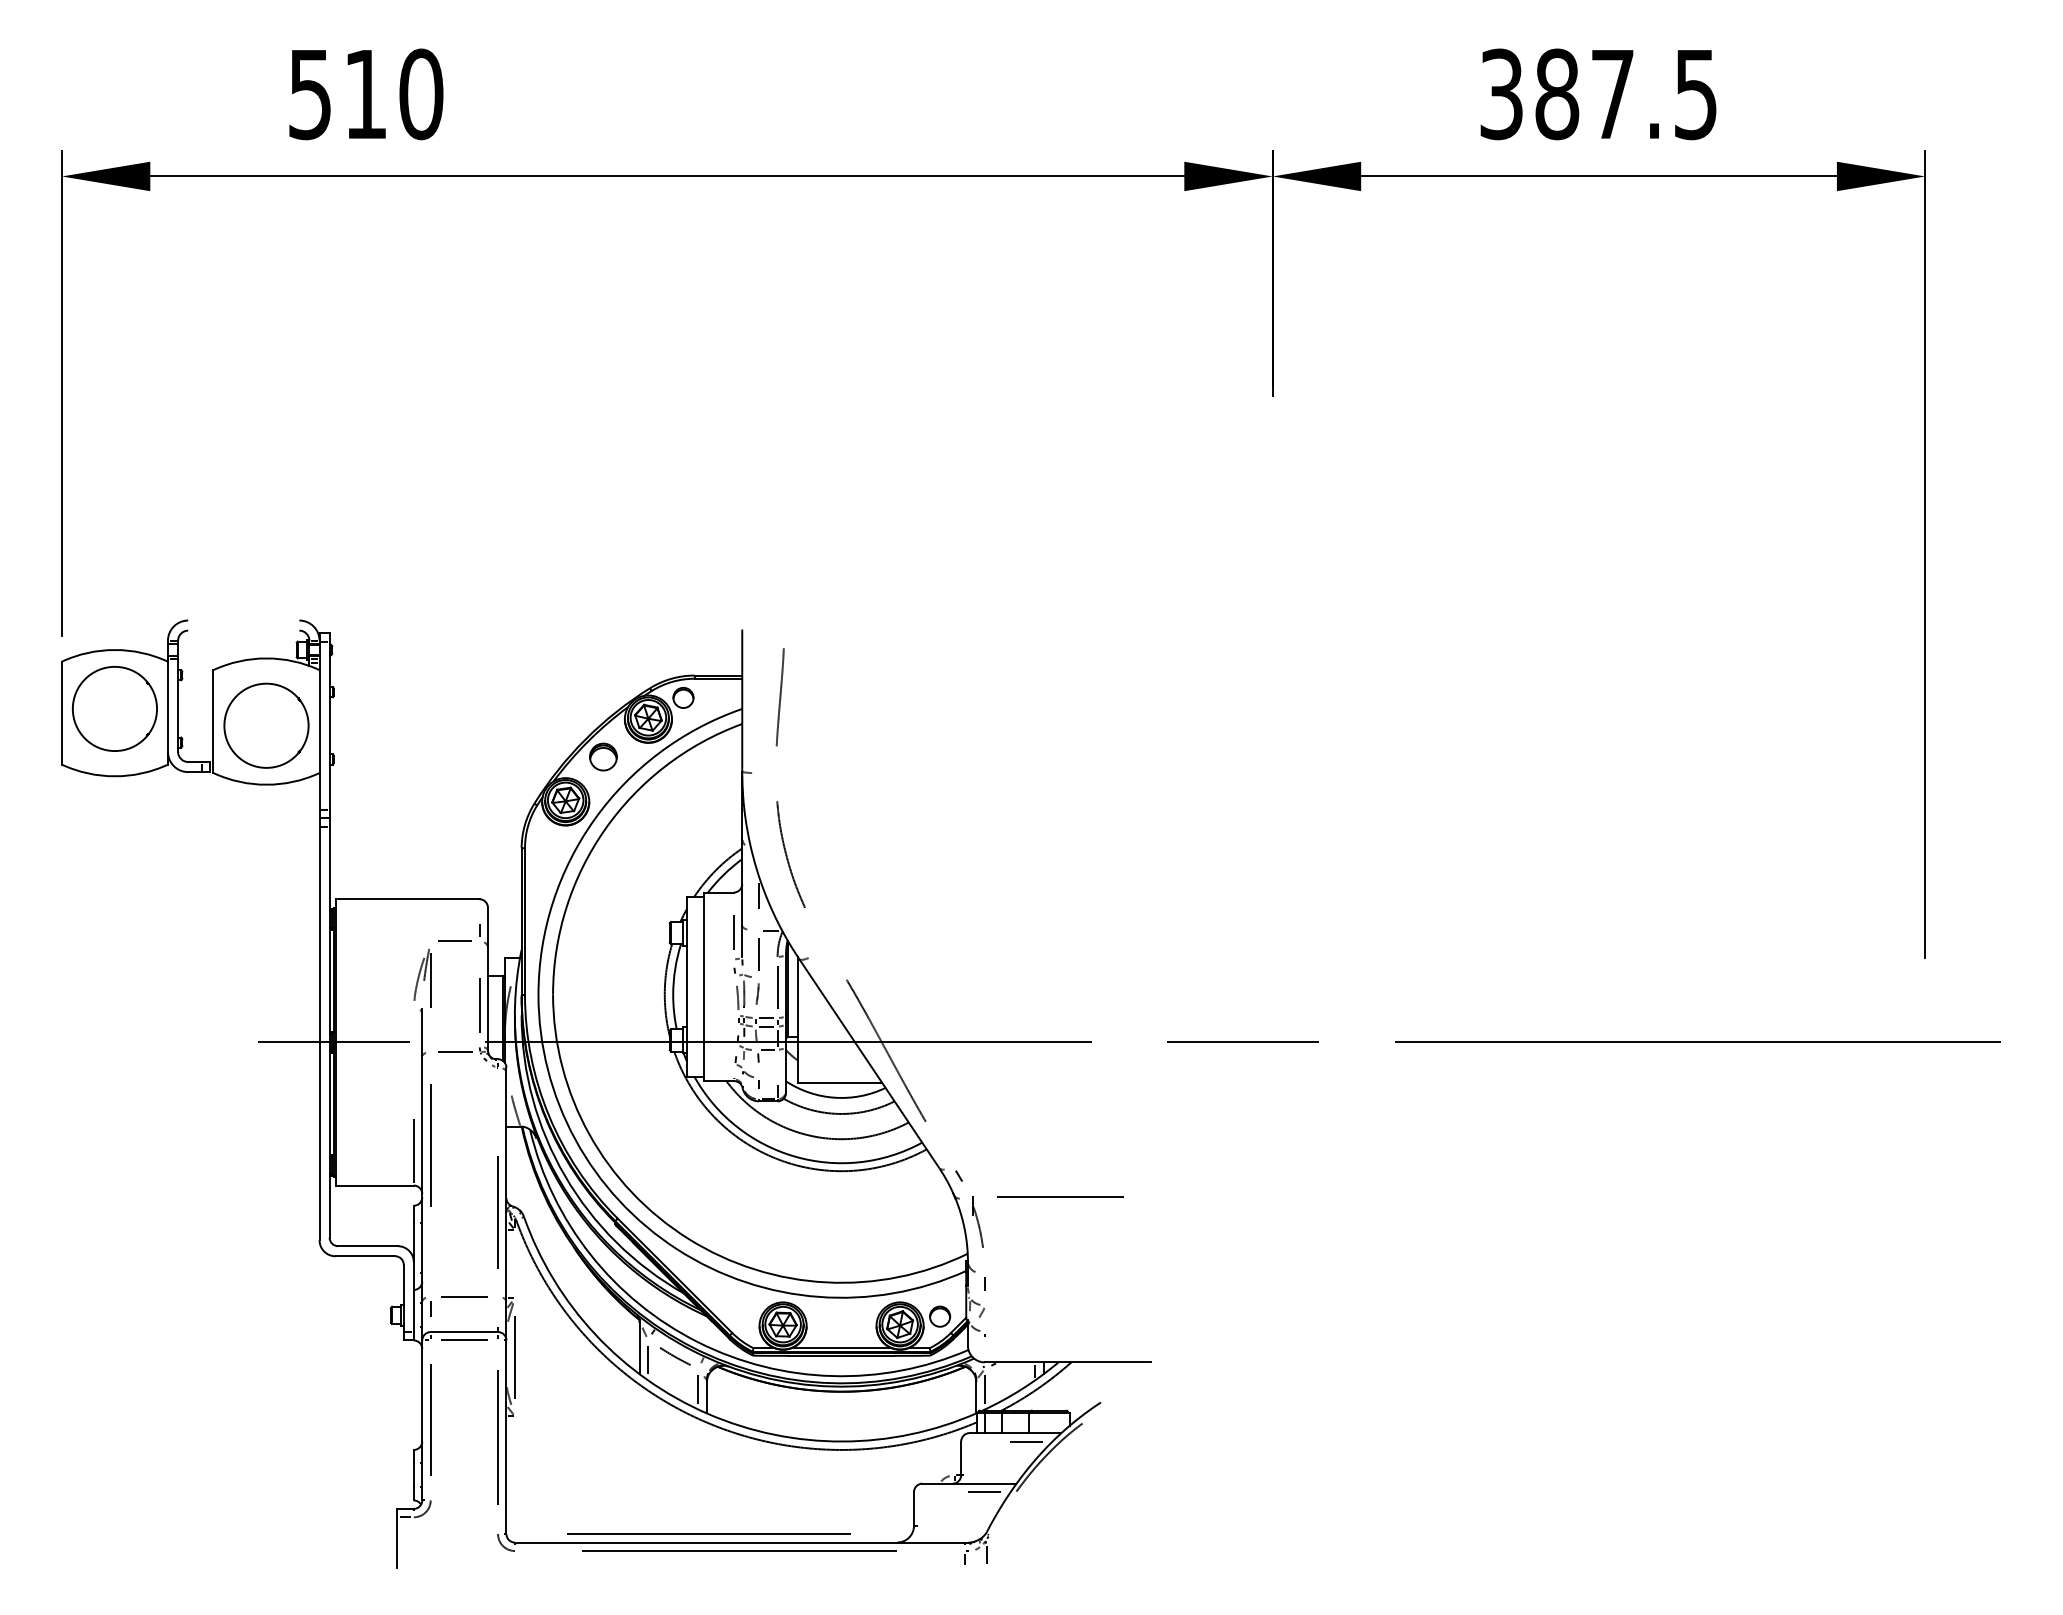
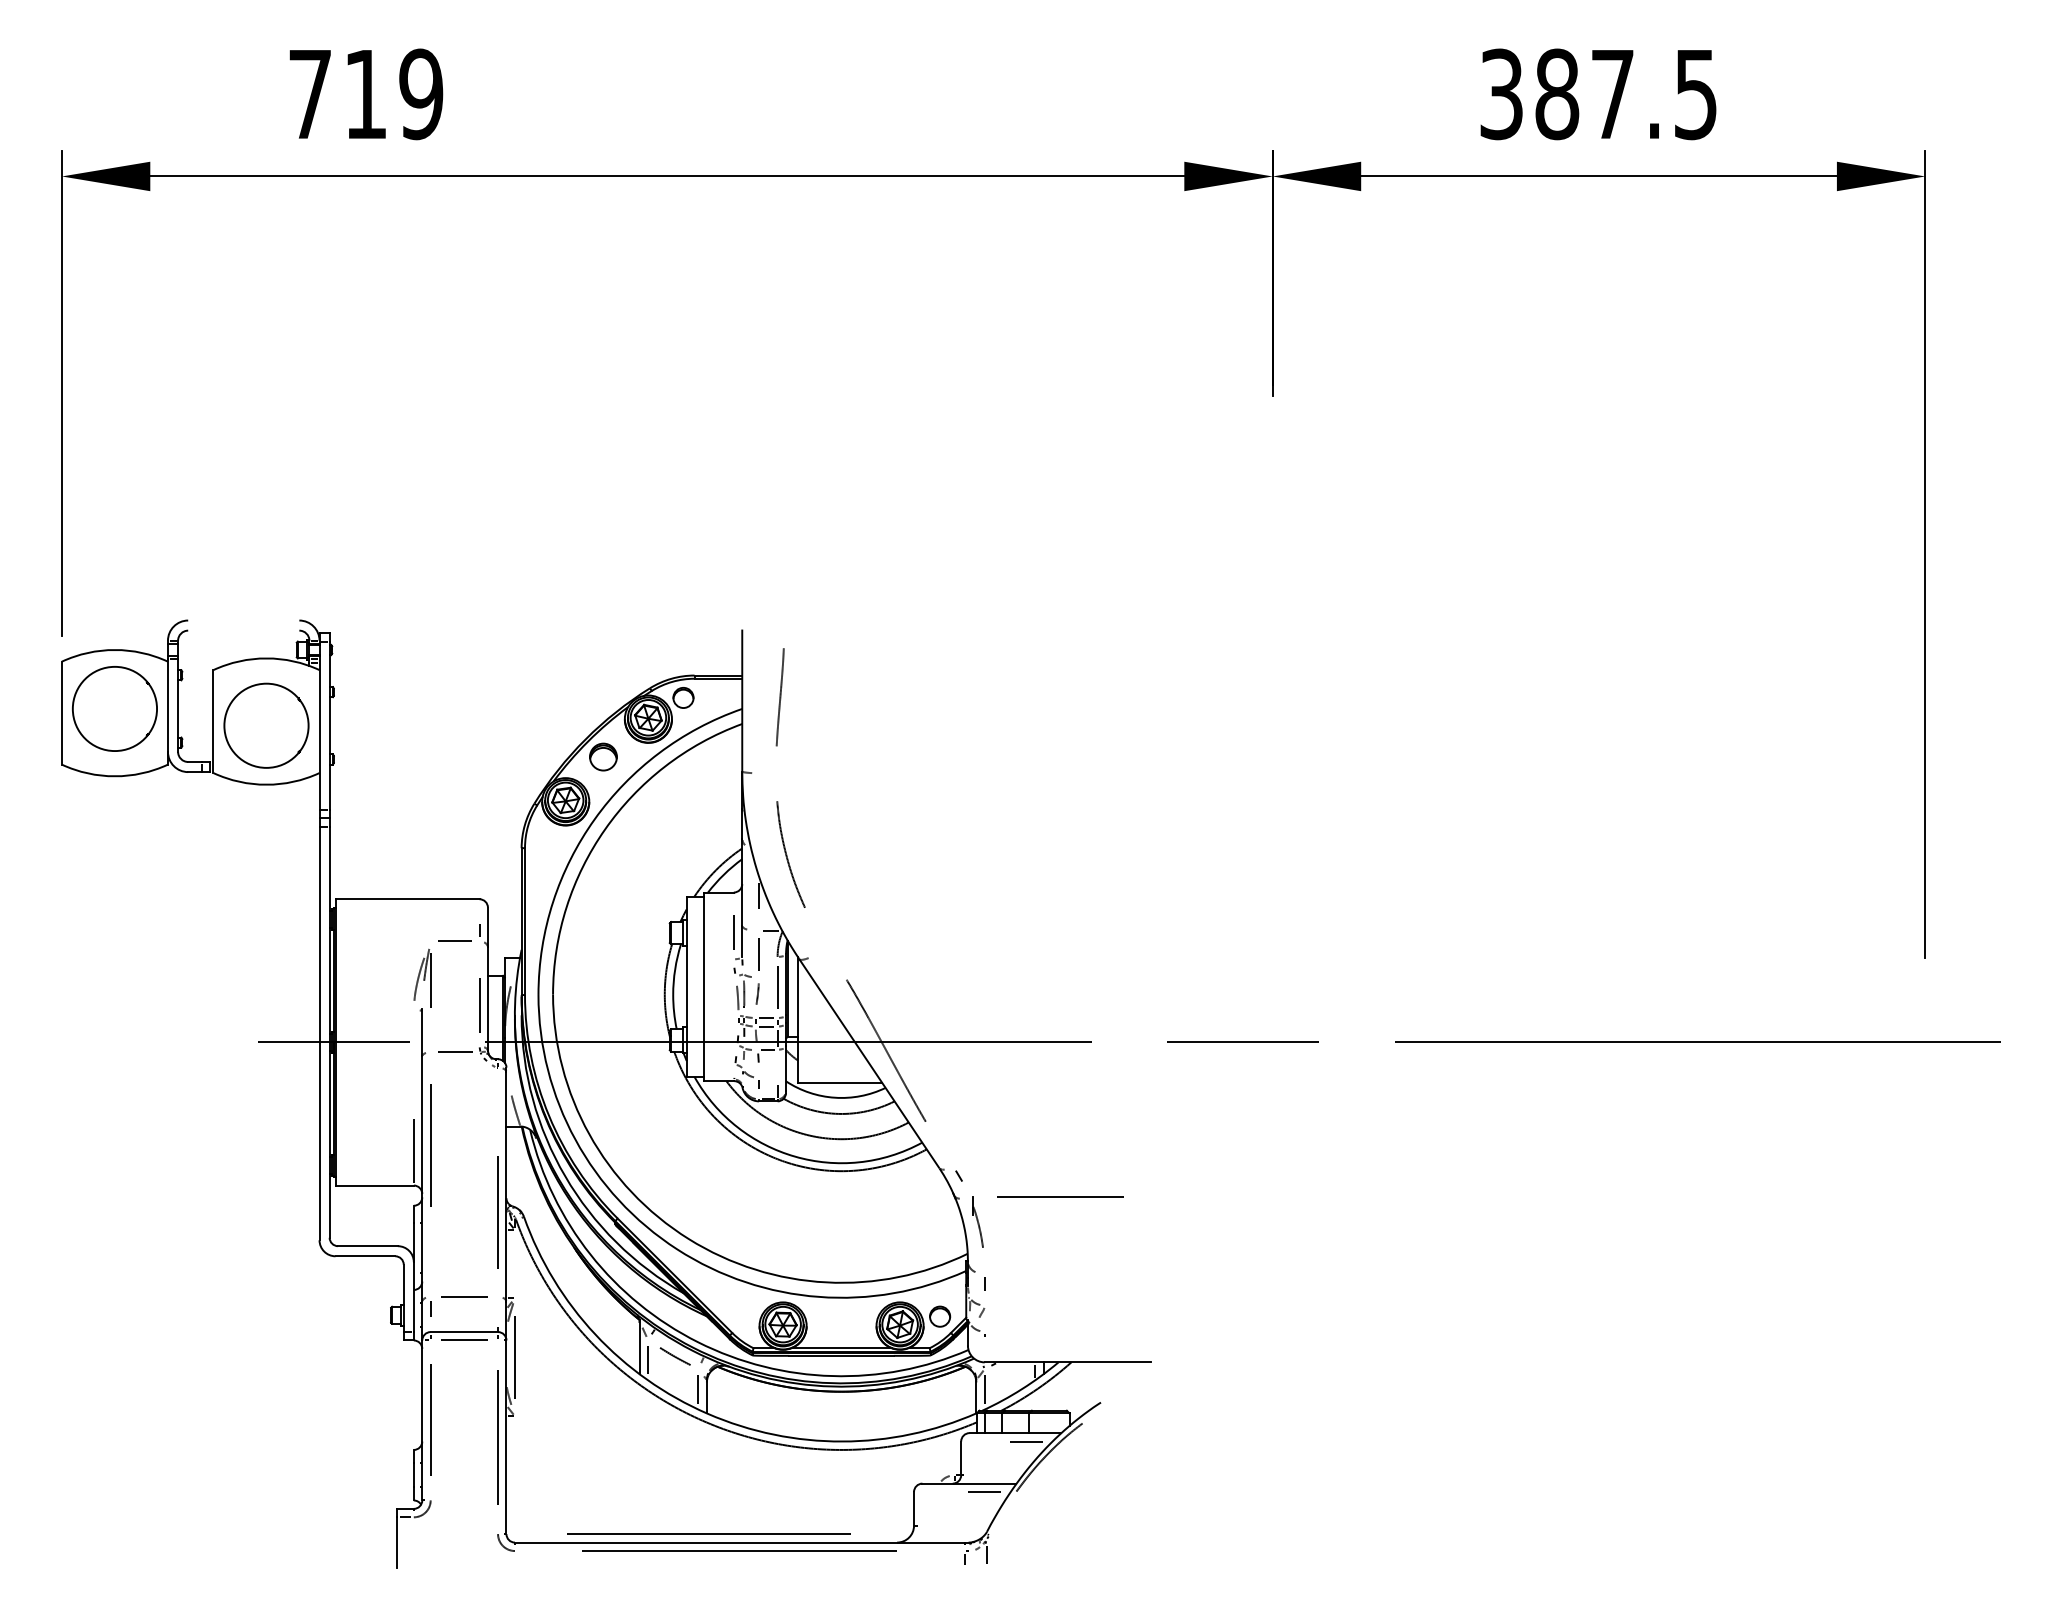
text at (366, 94): 510 -> 719
